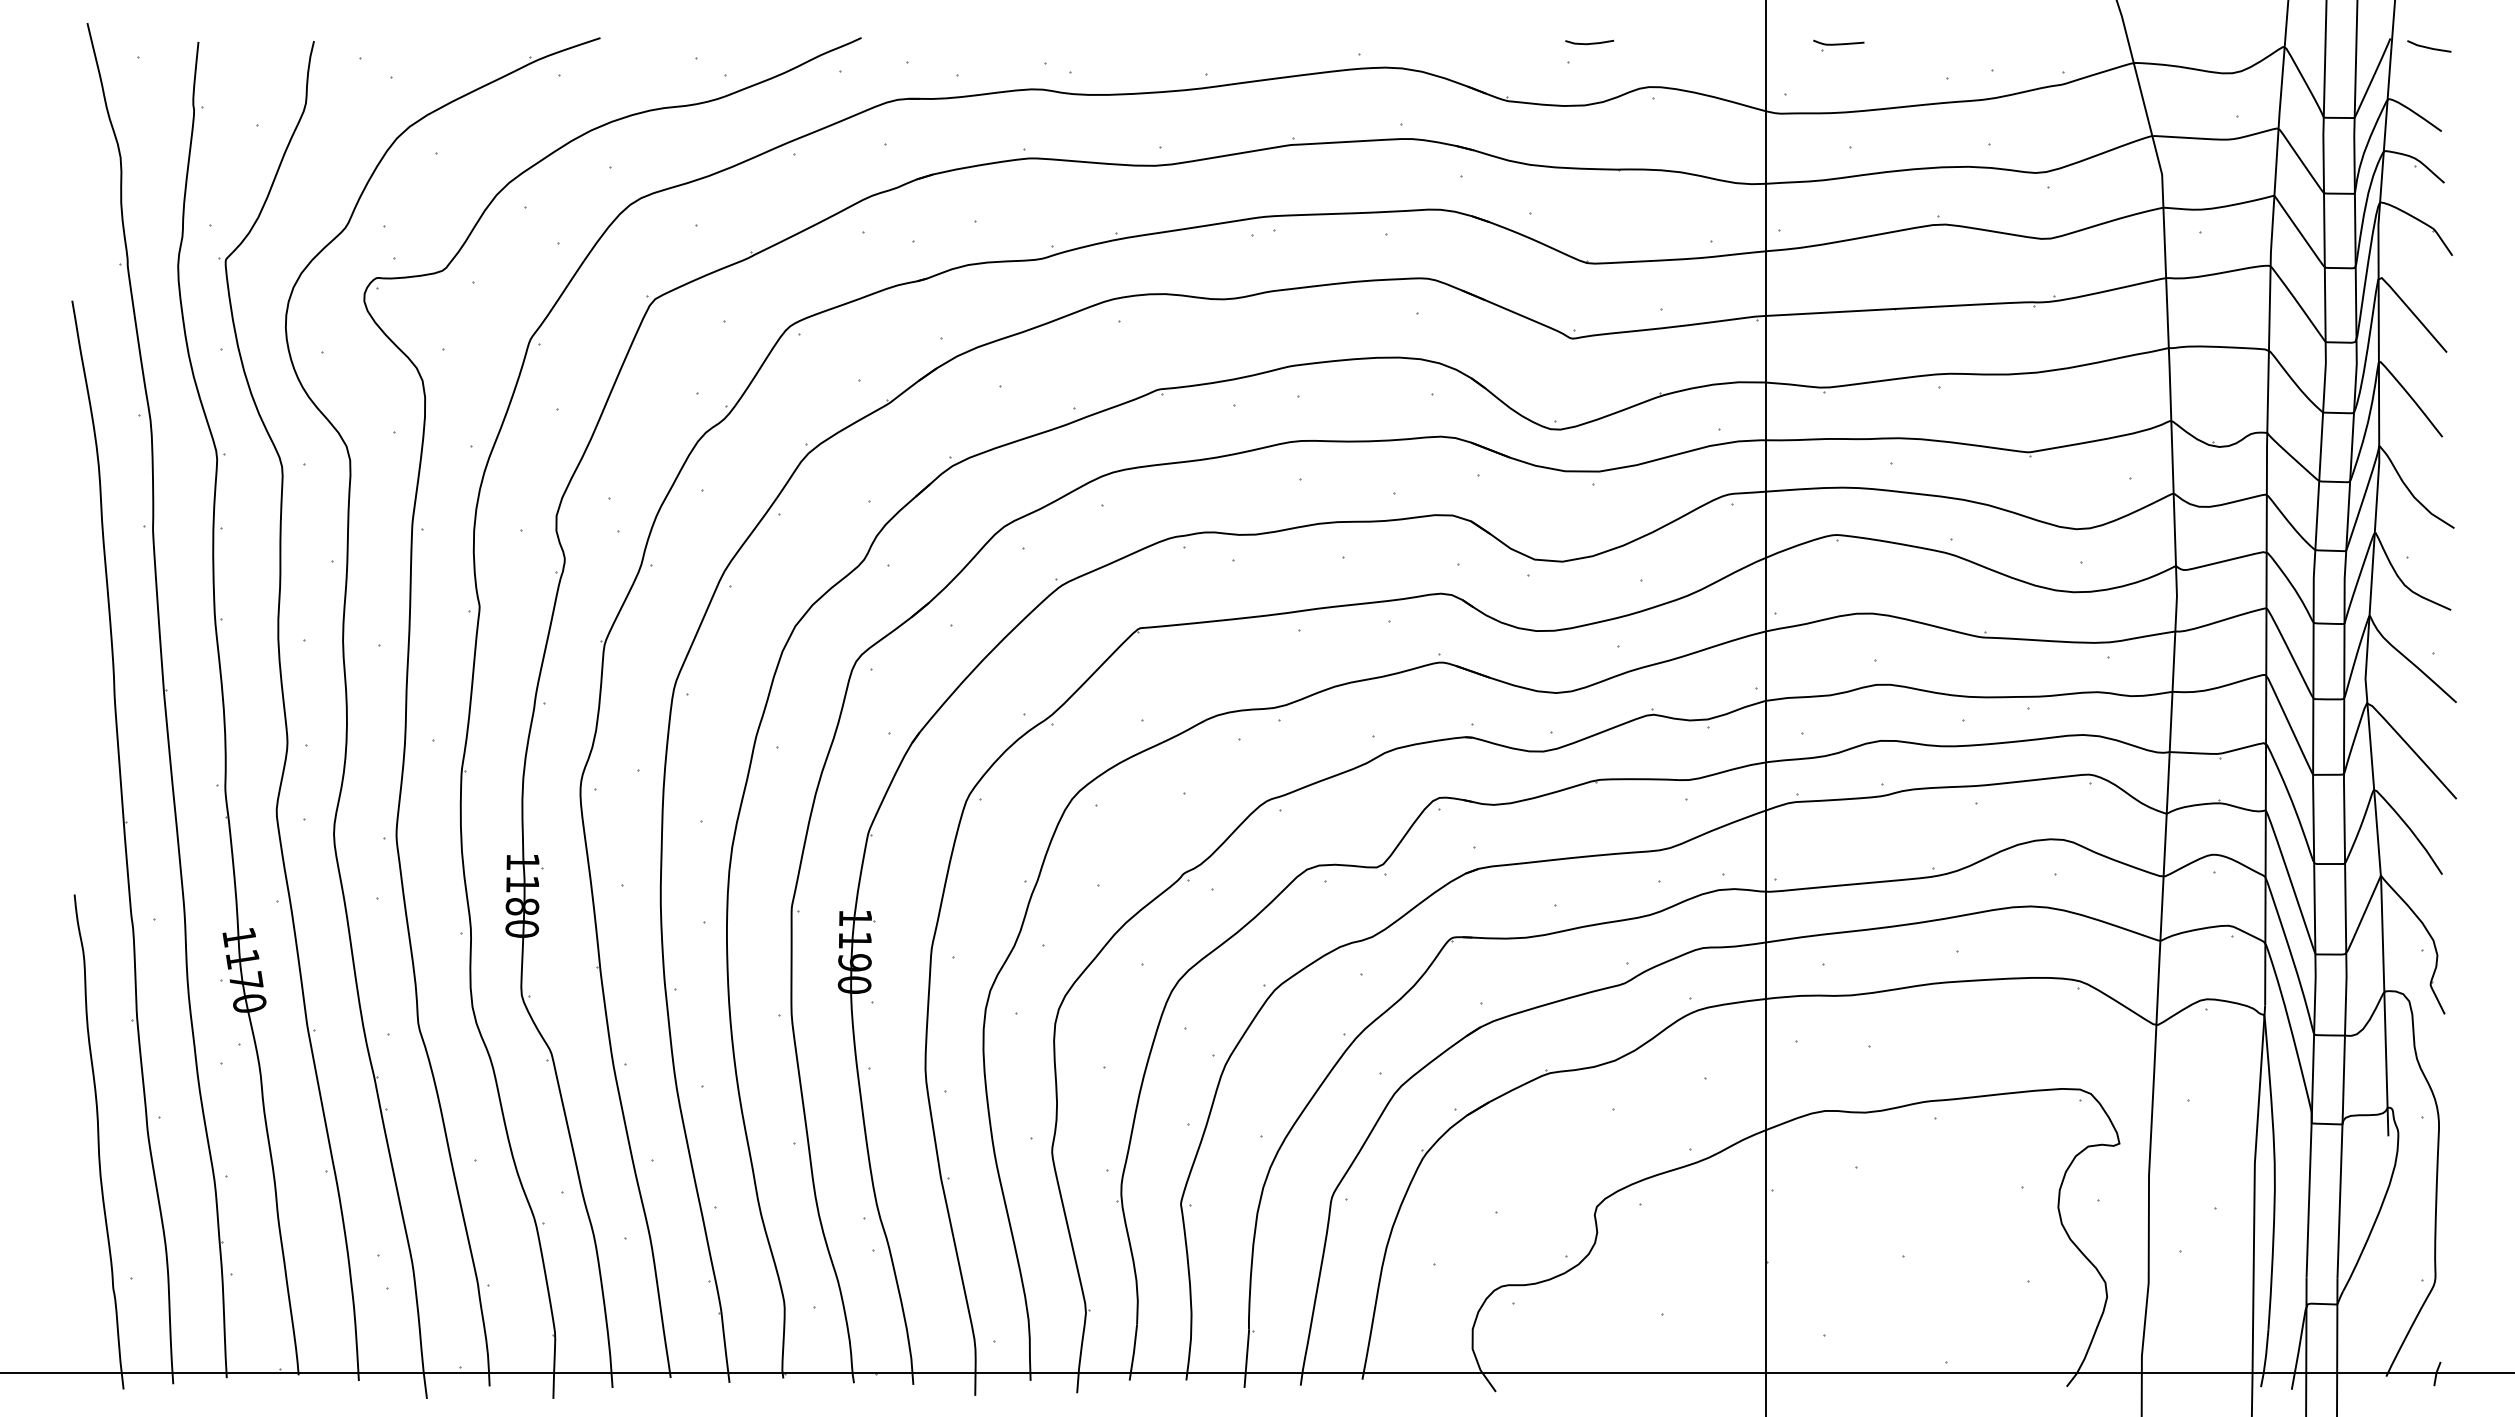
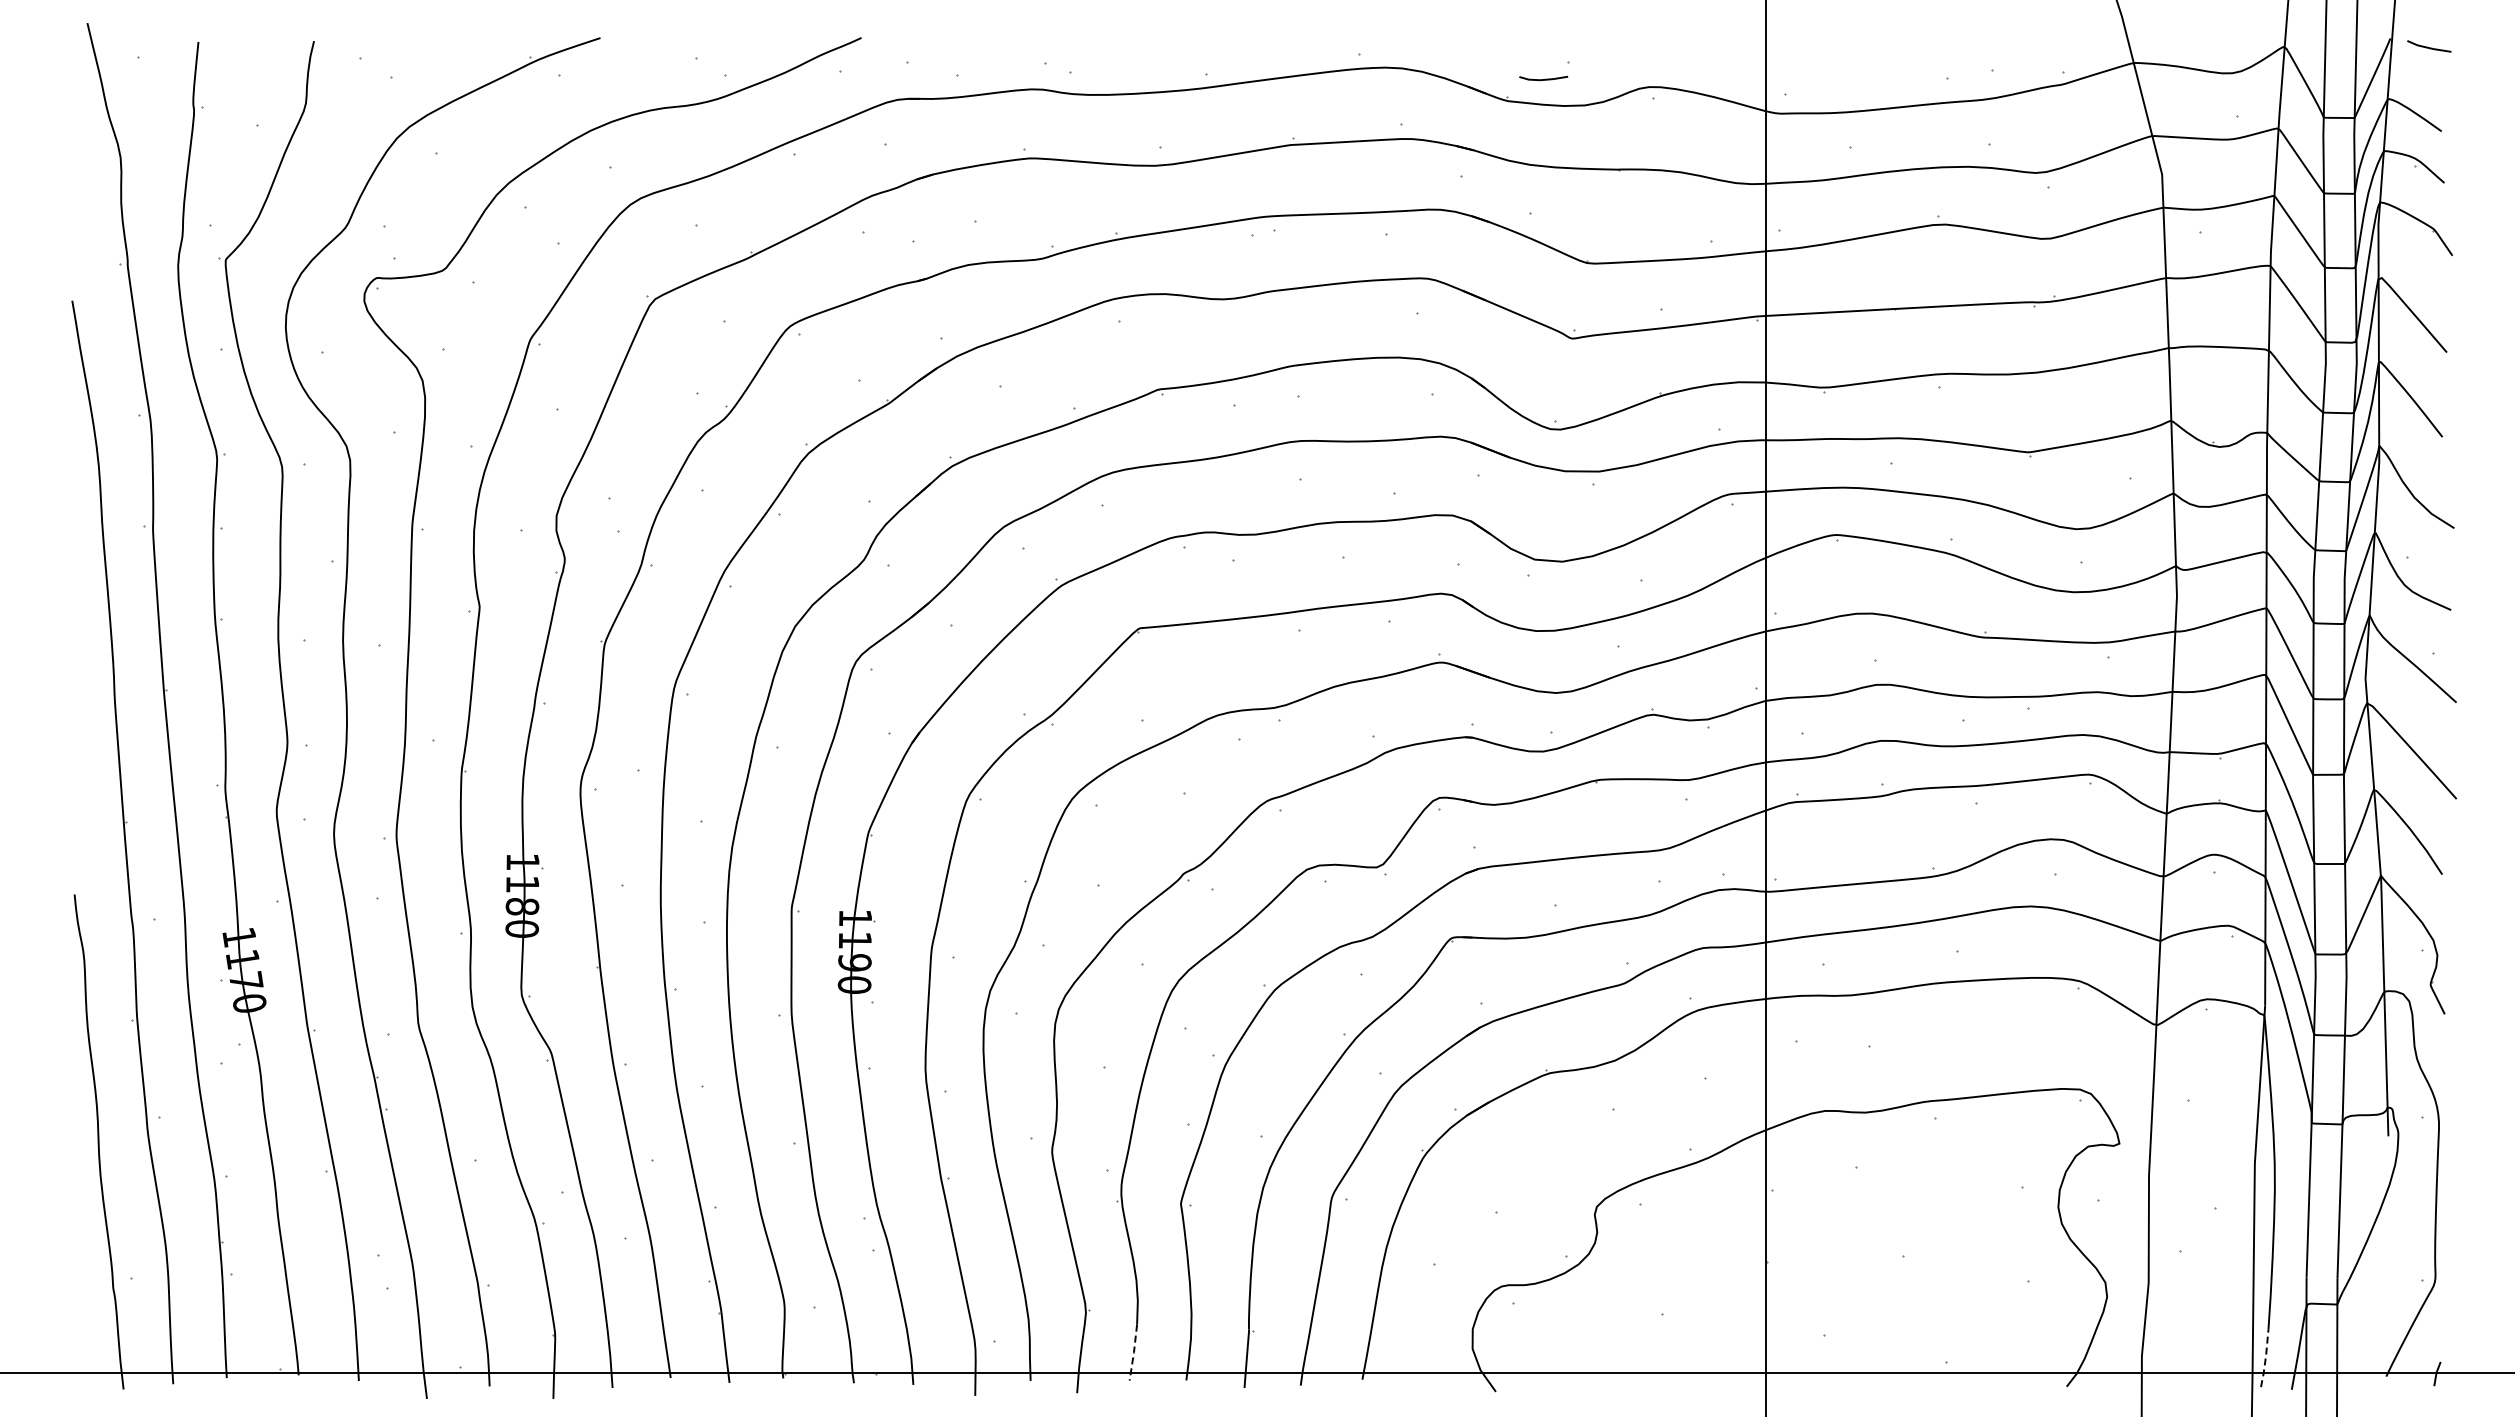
line at (1589, 43) position: (1589, 43) -> (1543, 79)
part at (1838, 45): present -> none
line at (1133, 1352): solid -> dashed
line at (2265, 1358): solid -> dashed
